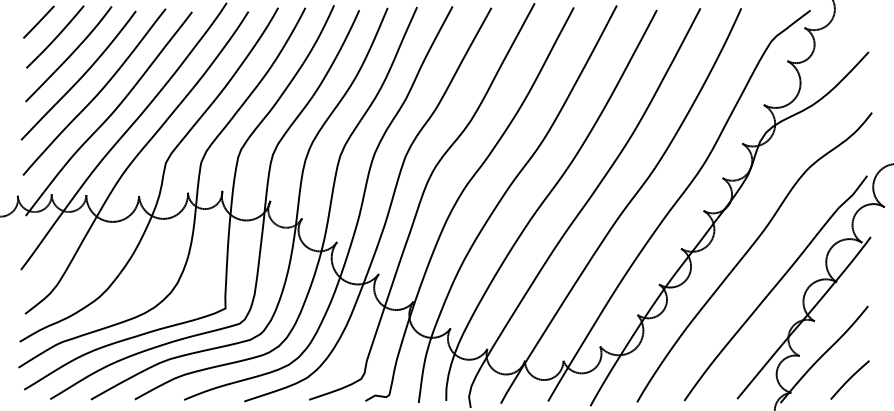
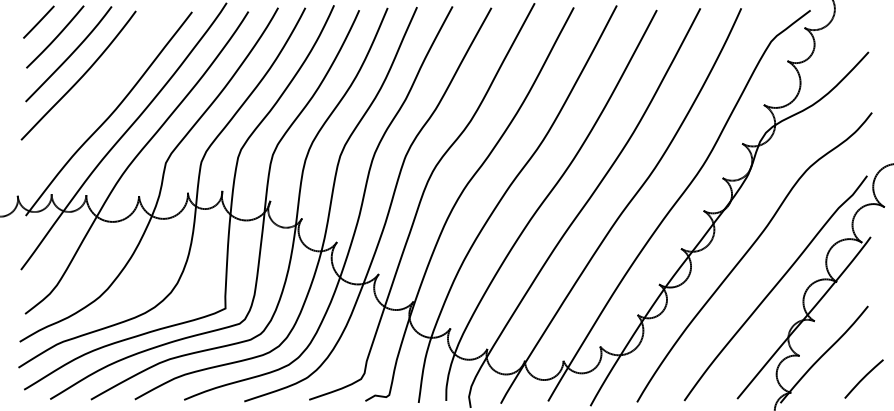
curve at (97, 93): present -> none
curve at (849, 379) position: (849, 379) -> (863, 378)
